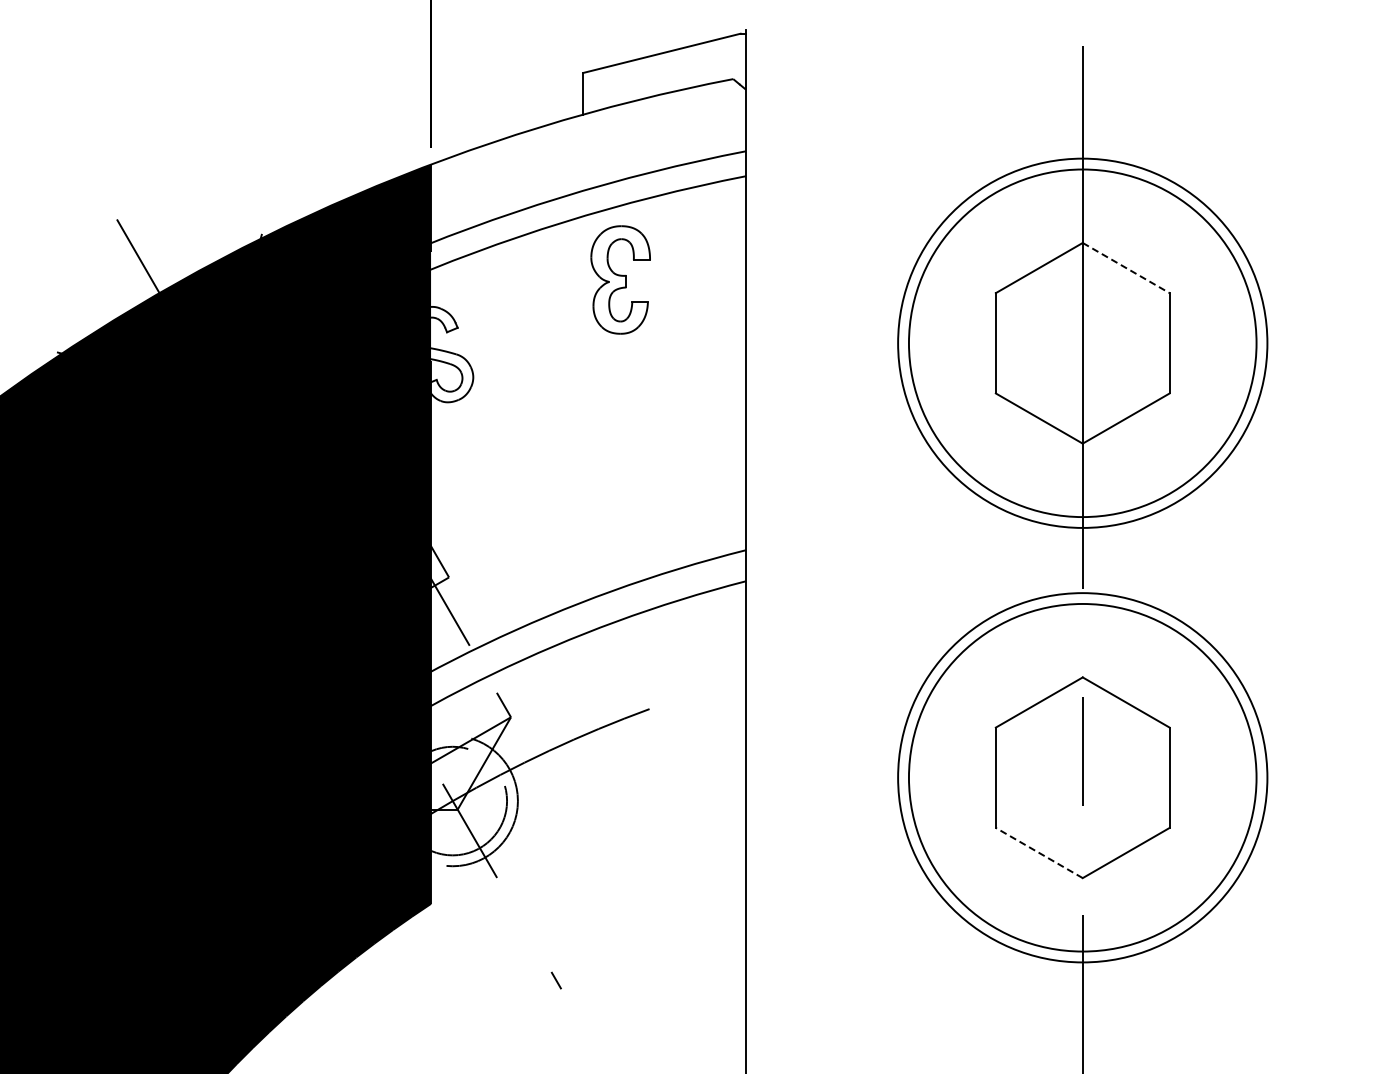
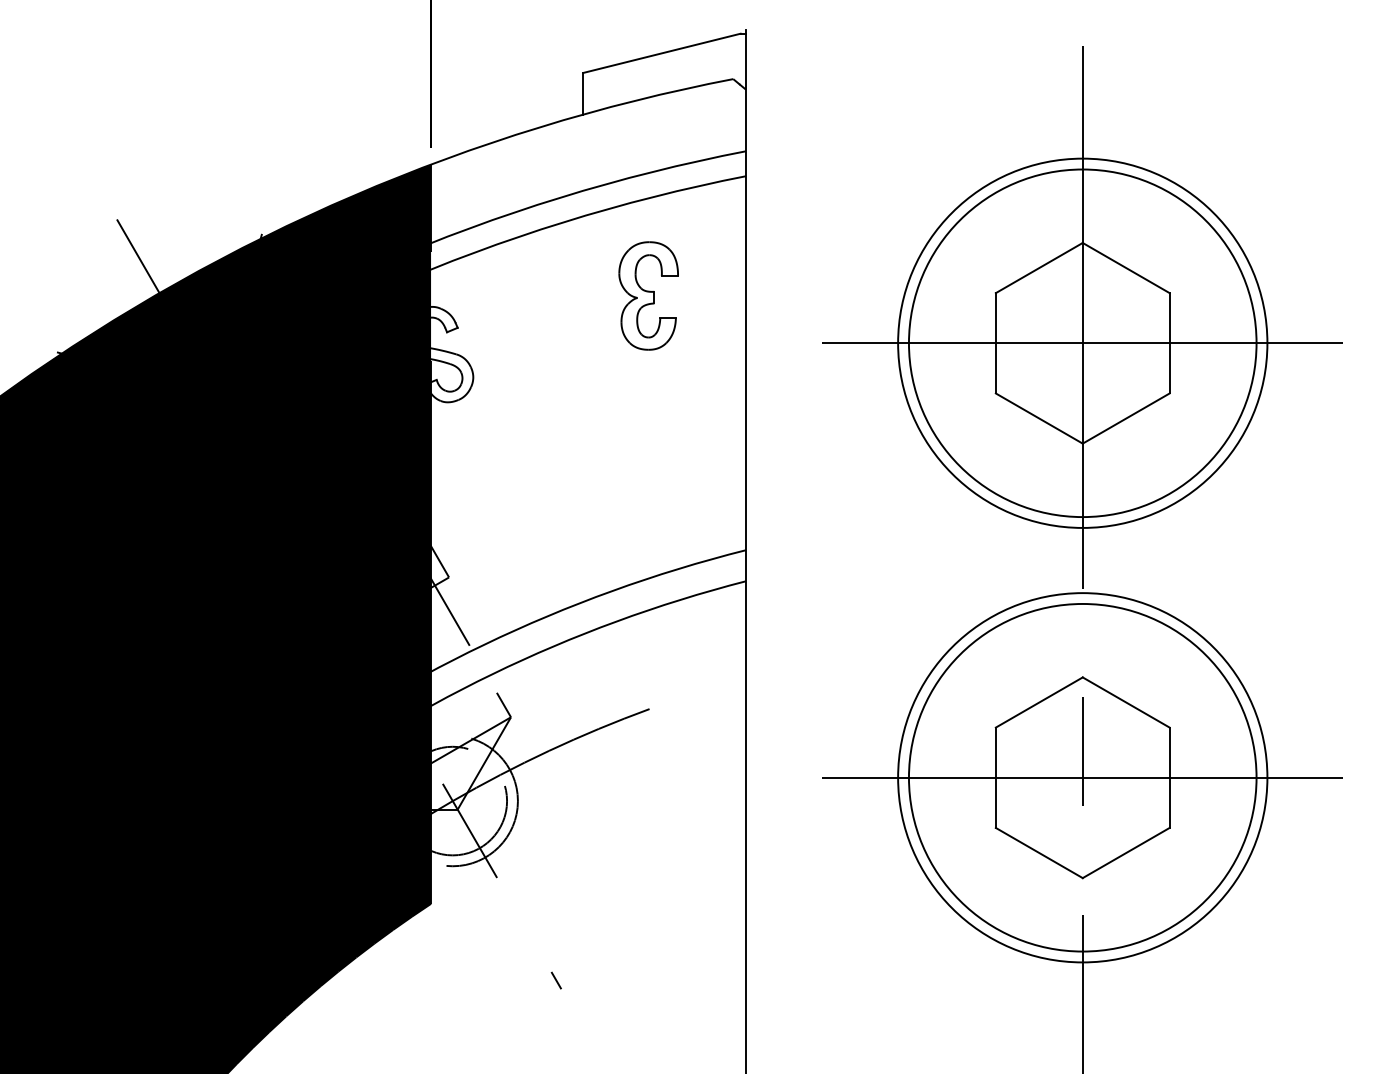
line at (1126, 268): dashed -> solid
part at (620, 279) position: (620, 279) -> (648, 295)
line at (1082, 343): none -> present
line at (1082, 777): none -> present
line at (1038, 852): dashed -> solid
